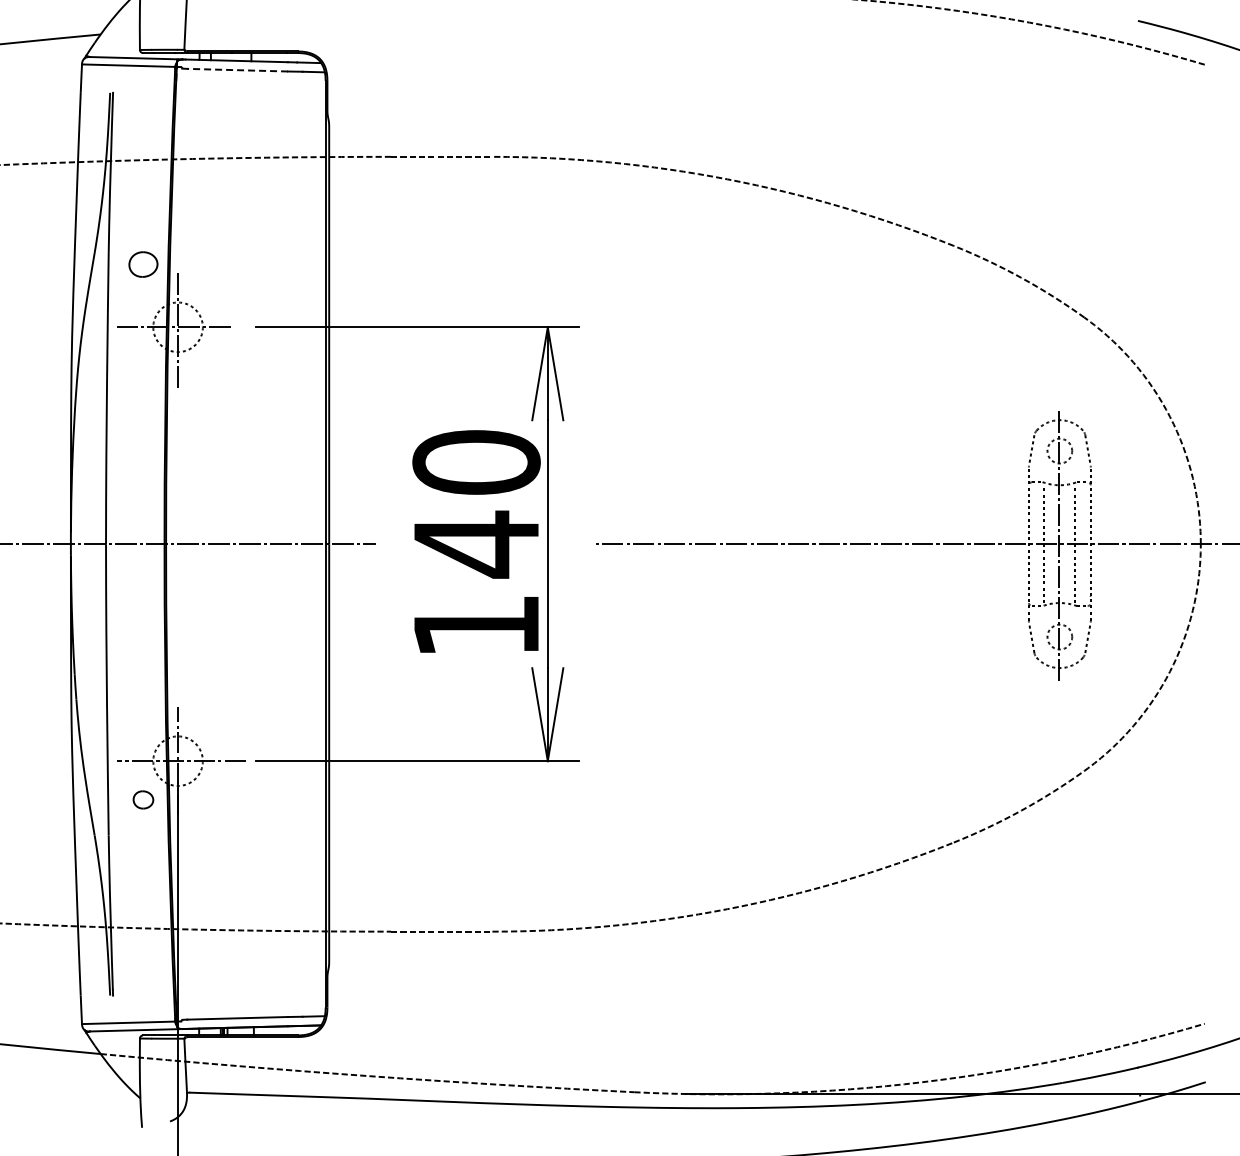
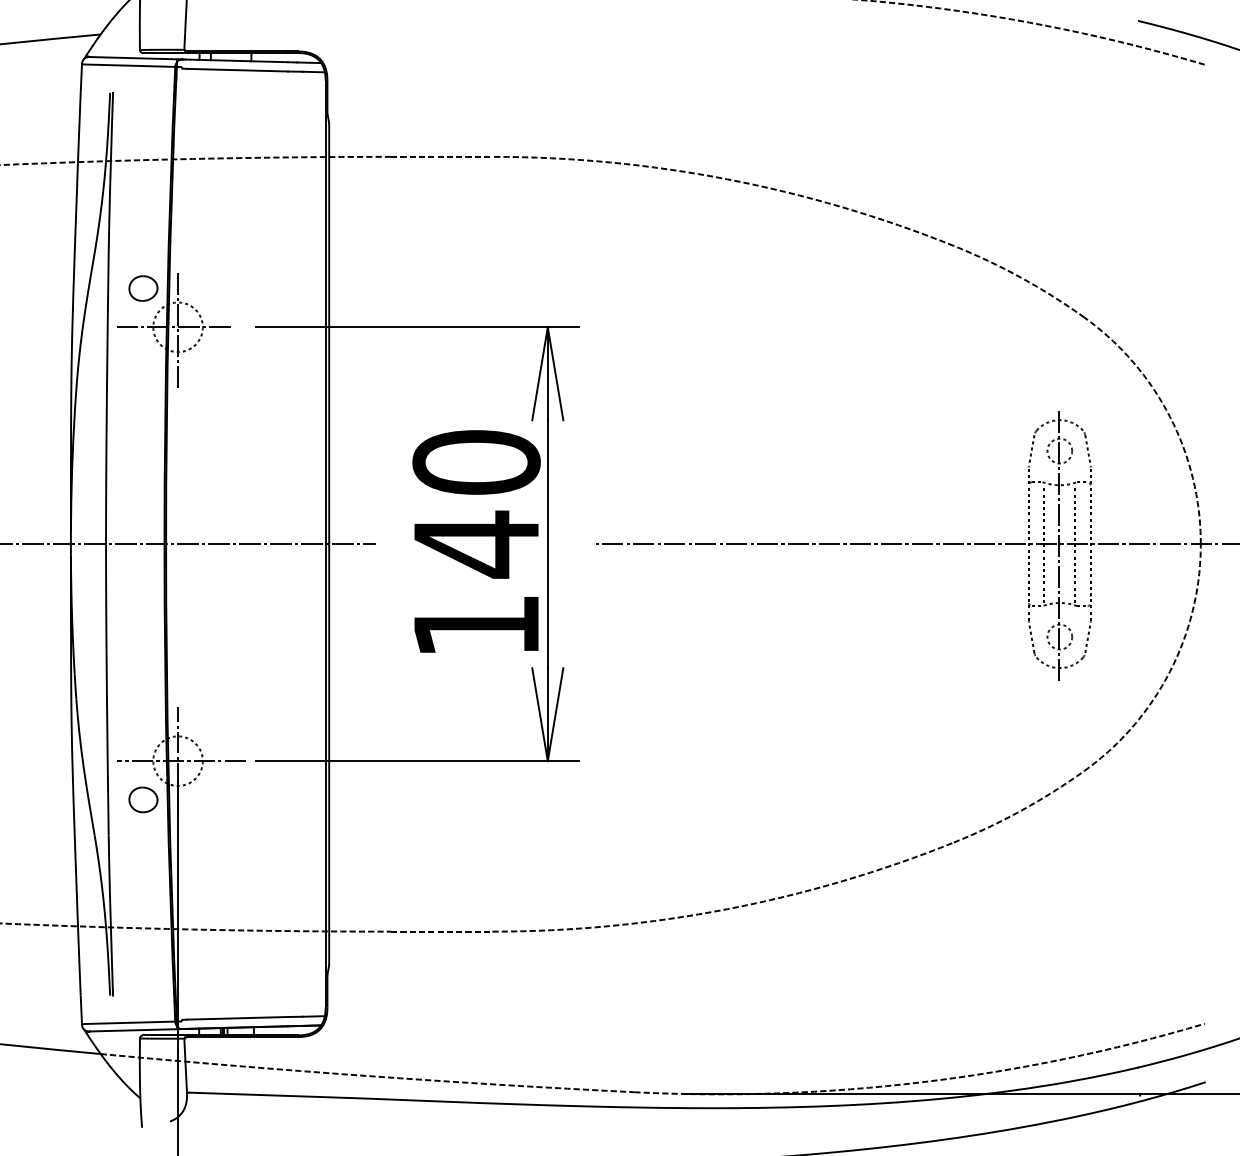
line at (237, 70): dashed -> solid
part at (143, 264) position: (143, 264) -> (143, 288)
part at (143, 799) size: 23x20 px -> 31x28 px
